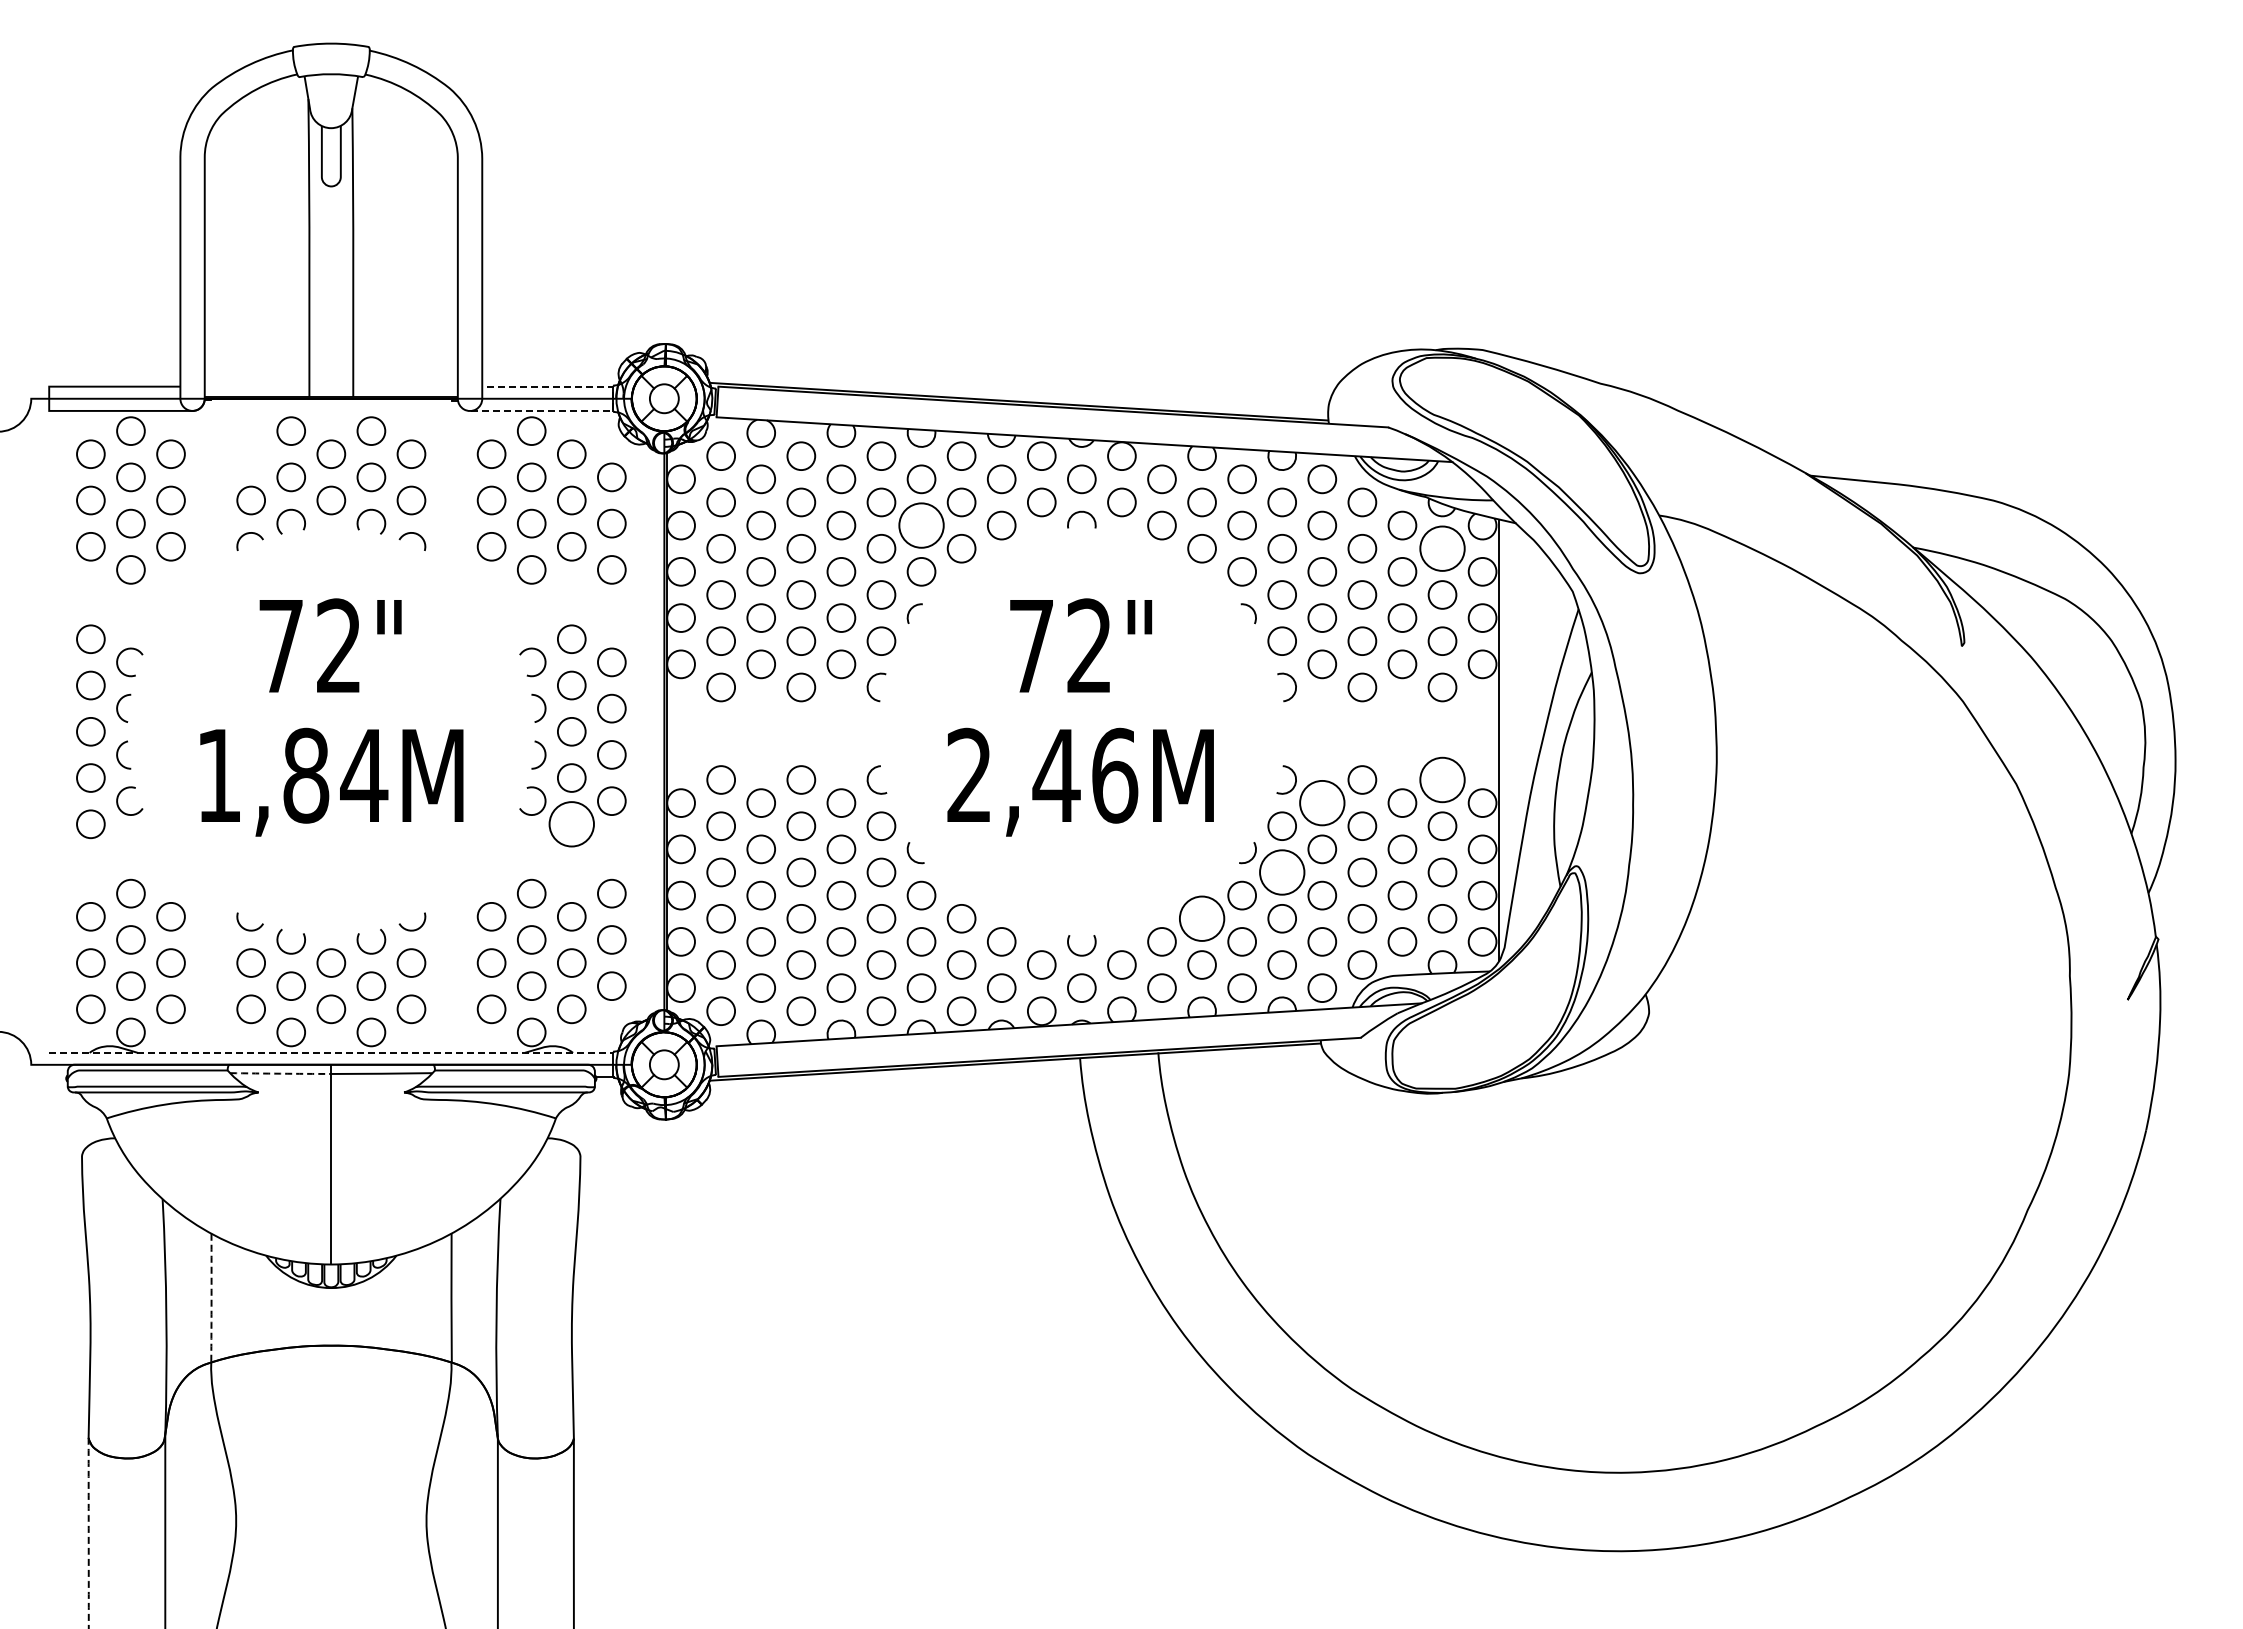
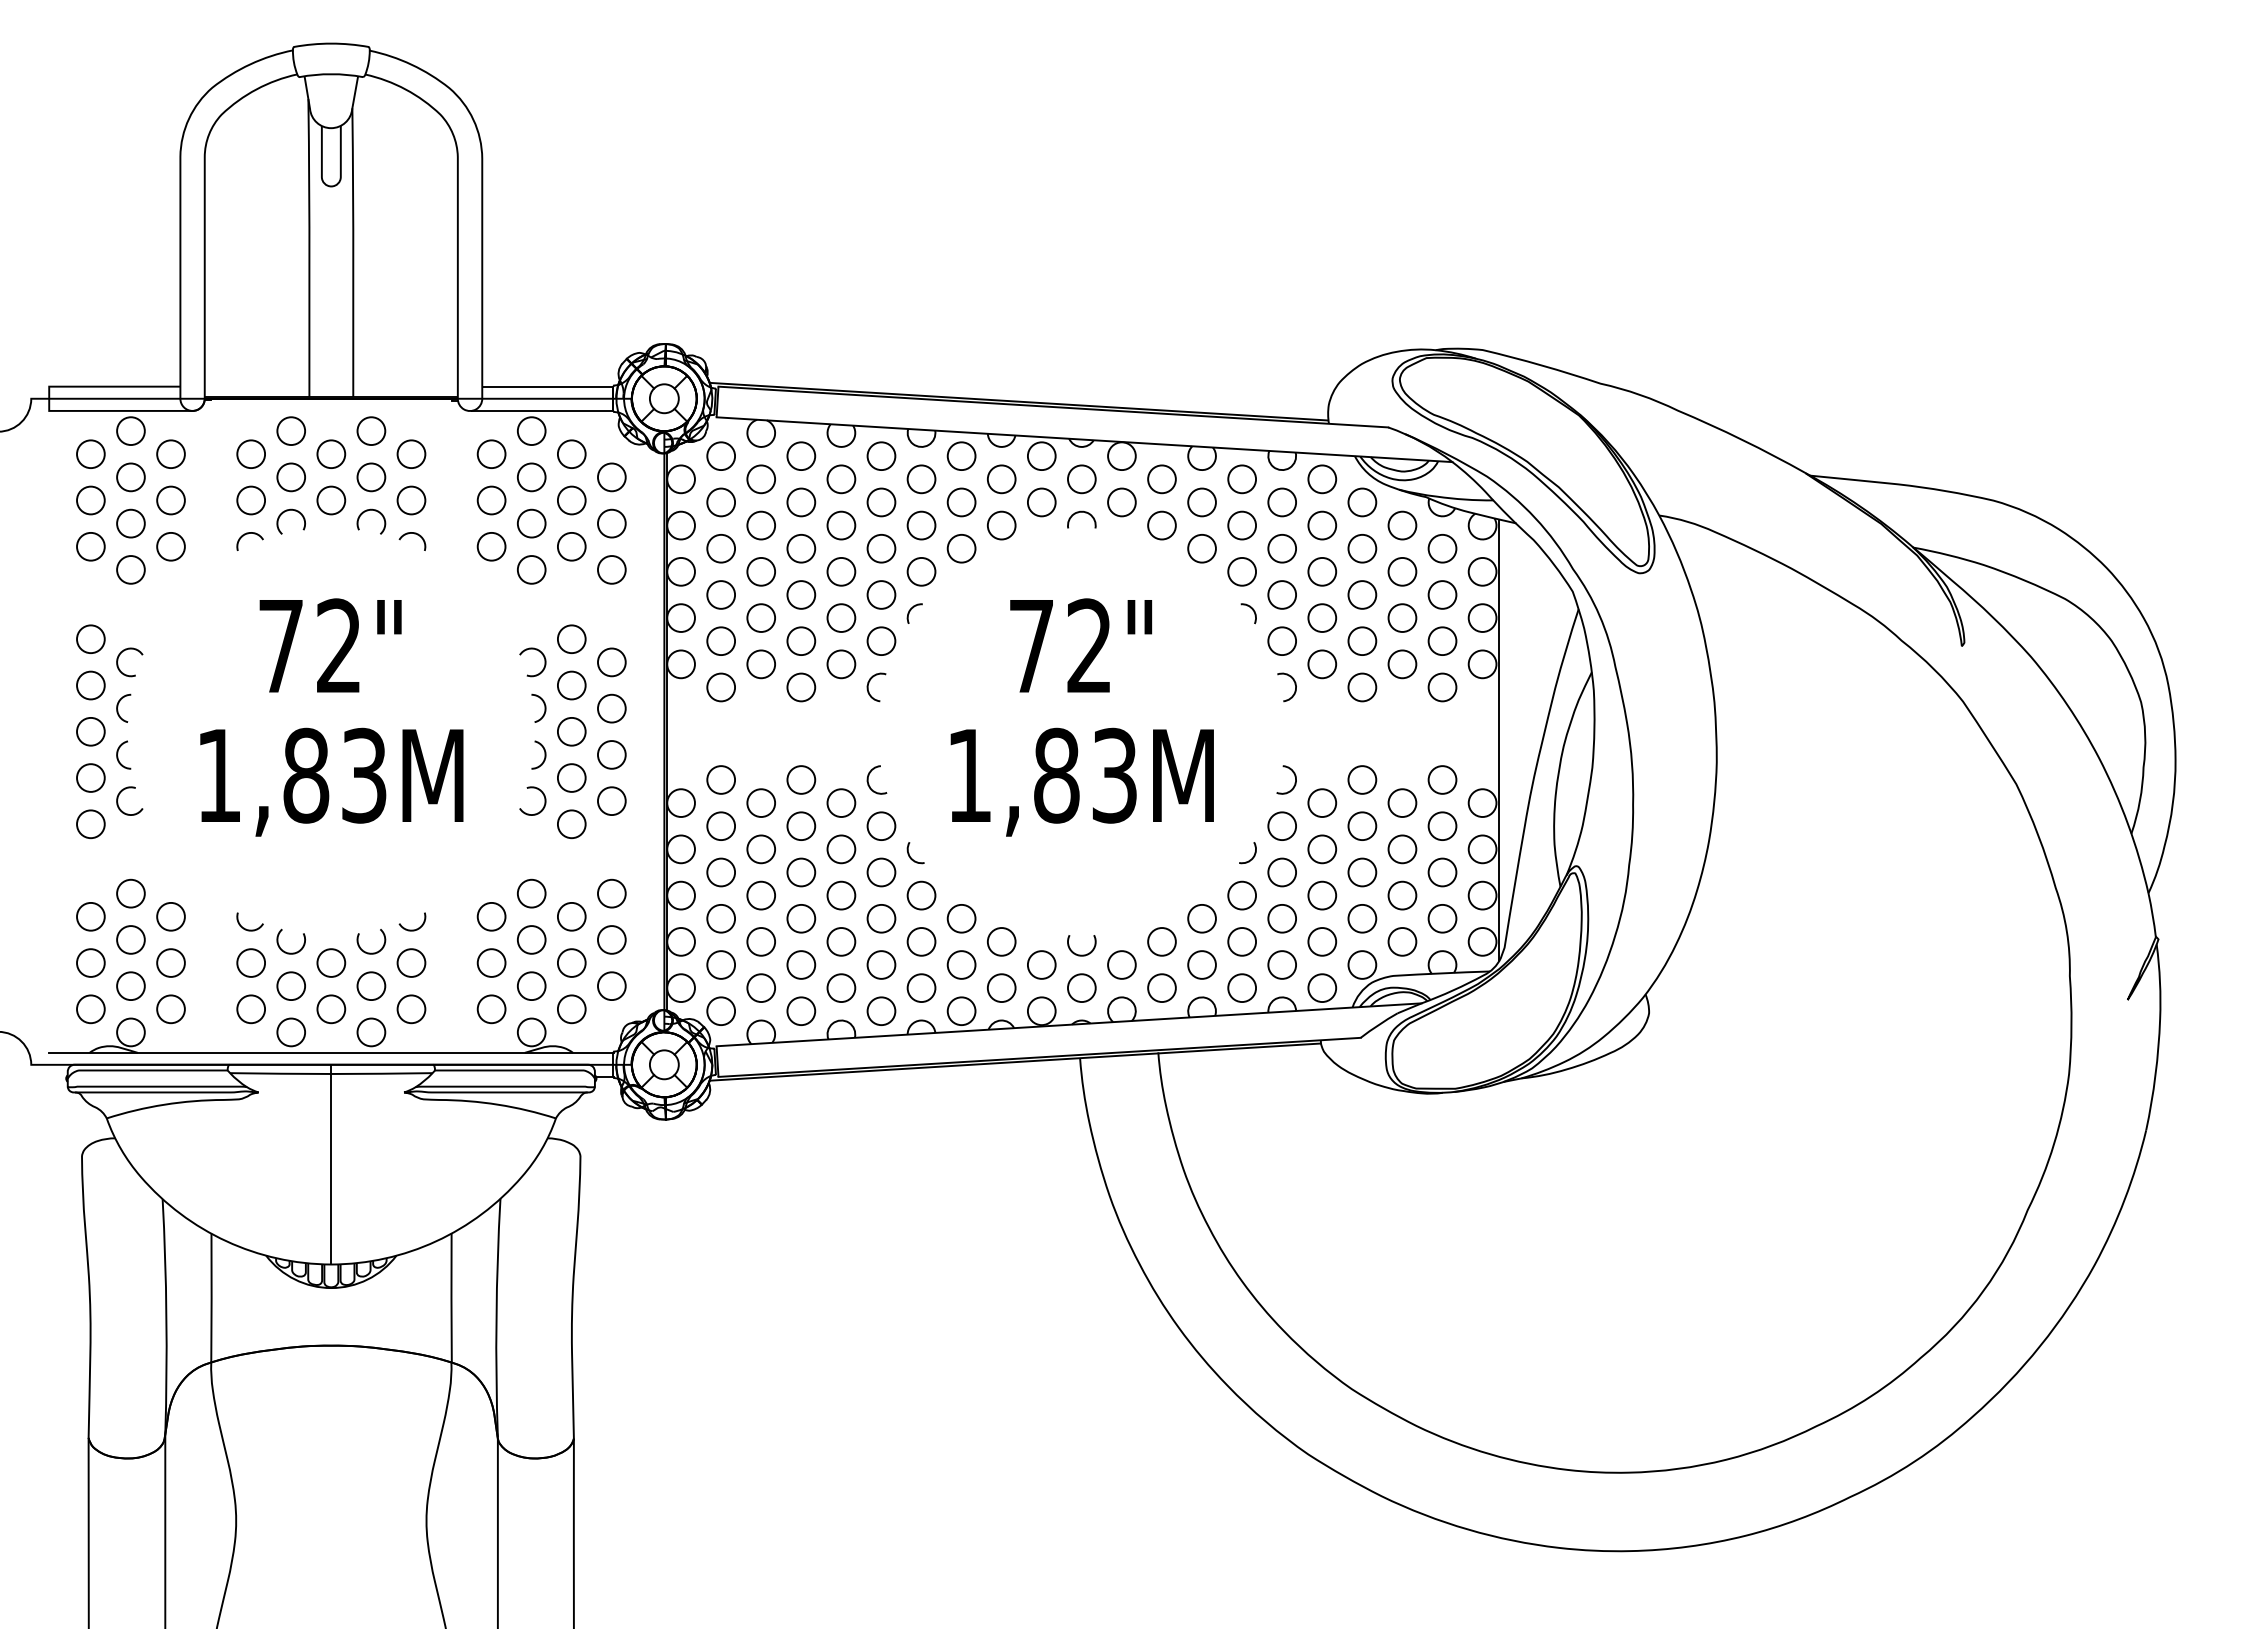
line at (613, 404): dashed -> solid
circle at (250, 453): none -> present
circle at (921, 525) diameter: 44 px -> 28 px
circle at (1442, 548) diameter: 44 px -> 28 px
text at (364, 775): 1,84M -> 1,83M
text at (1042, 775): 2,46M -> 1,83M
circle at (1442, 779) diameter: 44 px -> 28 px
circle at (1322, 802) diameter: 44 px -> 28 px
circle at (571, 824) diameter: 44 px -> 28 px
circle at (1282, 872) diameter: 44 px -> 28 px
circle at (1201, 918) diameter: 44 px -> 28 px
line at (331, 1052): dashed -> solid
line at (280, 1073): dashed -> solid
line at (211, 1298): dashed -> solid
line at (88, 1533): dashed -> solid
